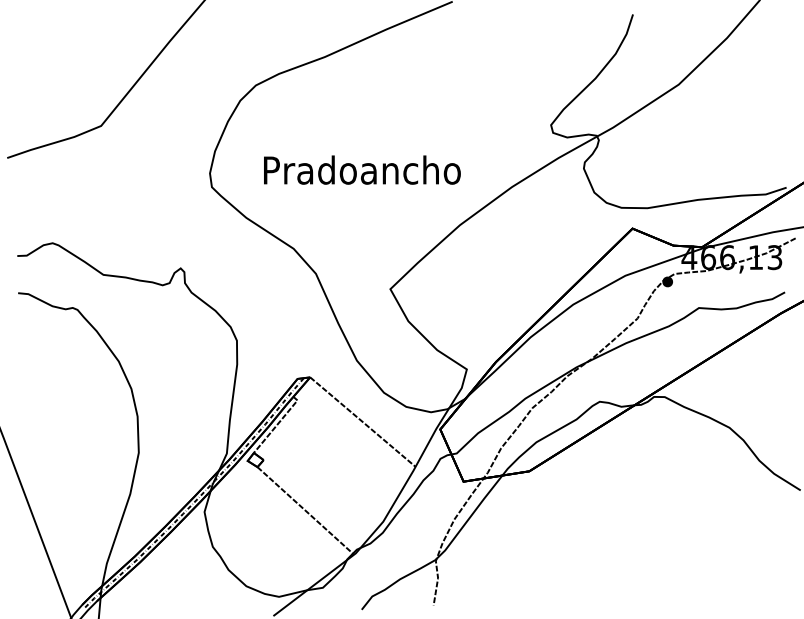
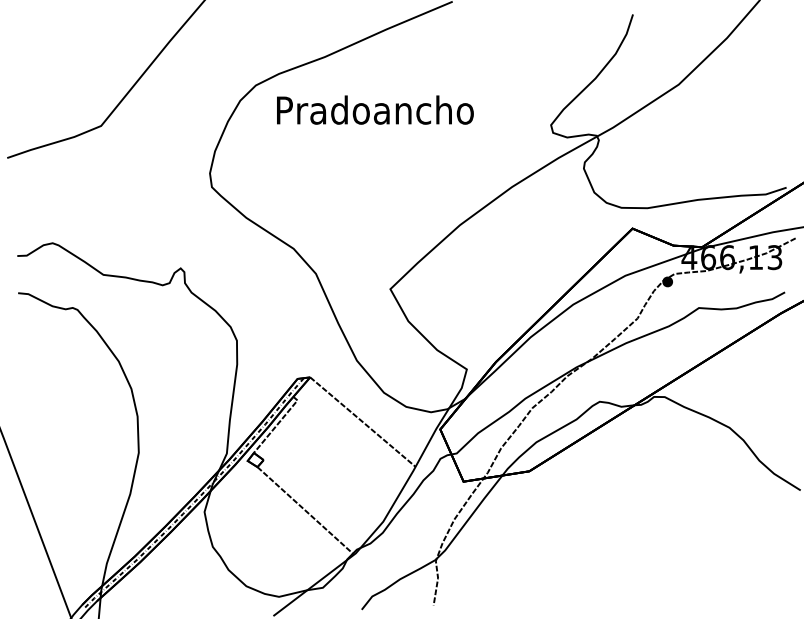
text at (362, 169) position: (362, 169) -> (375, 109)
